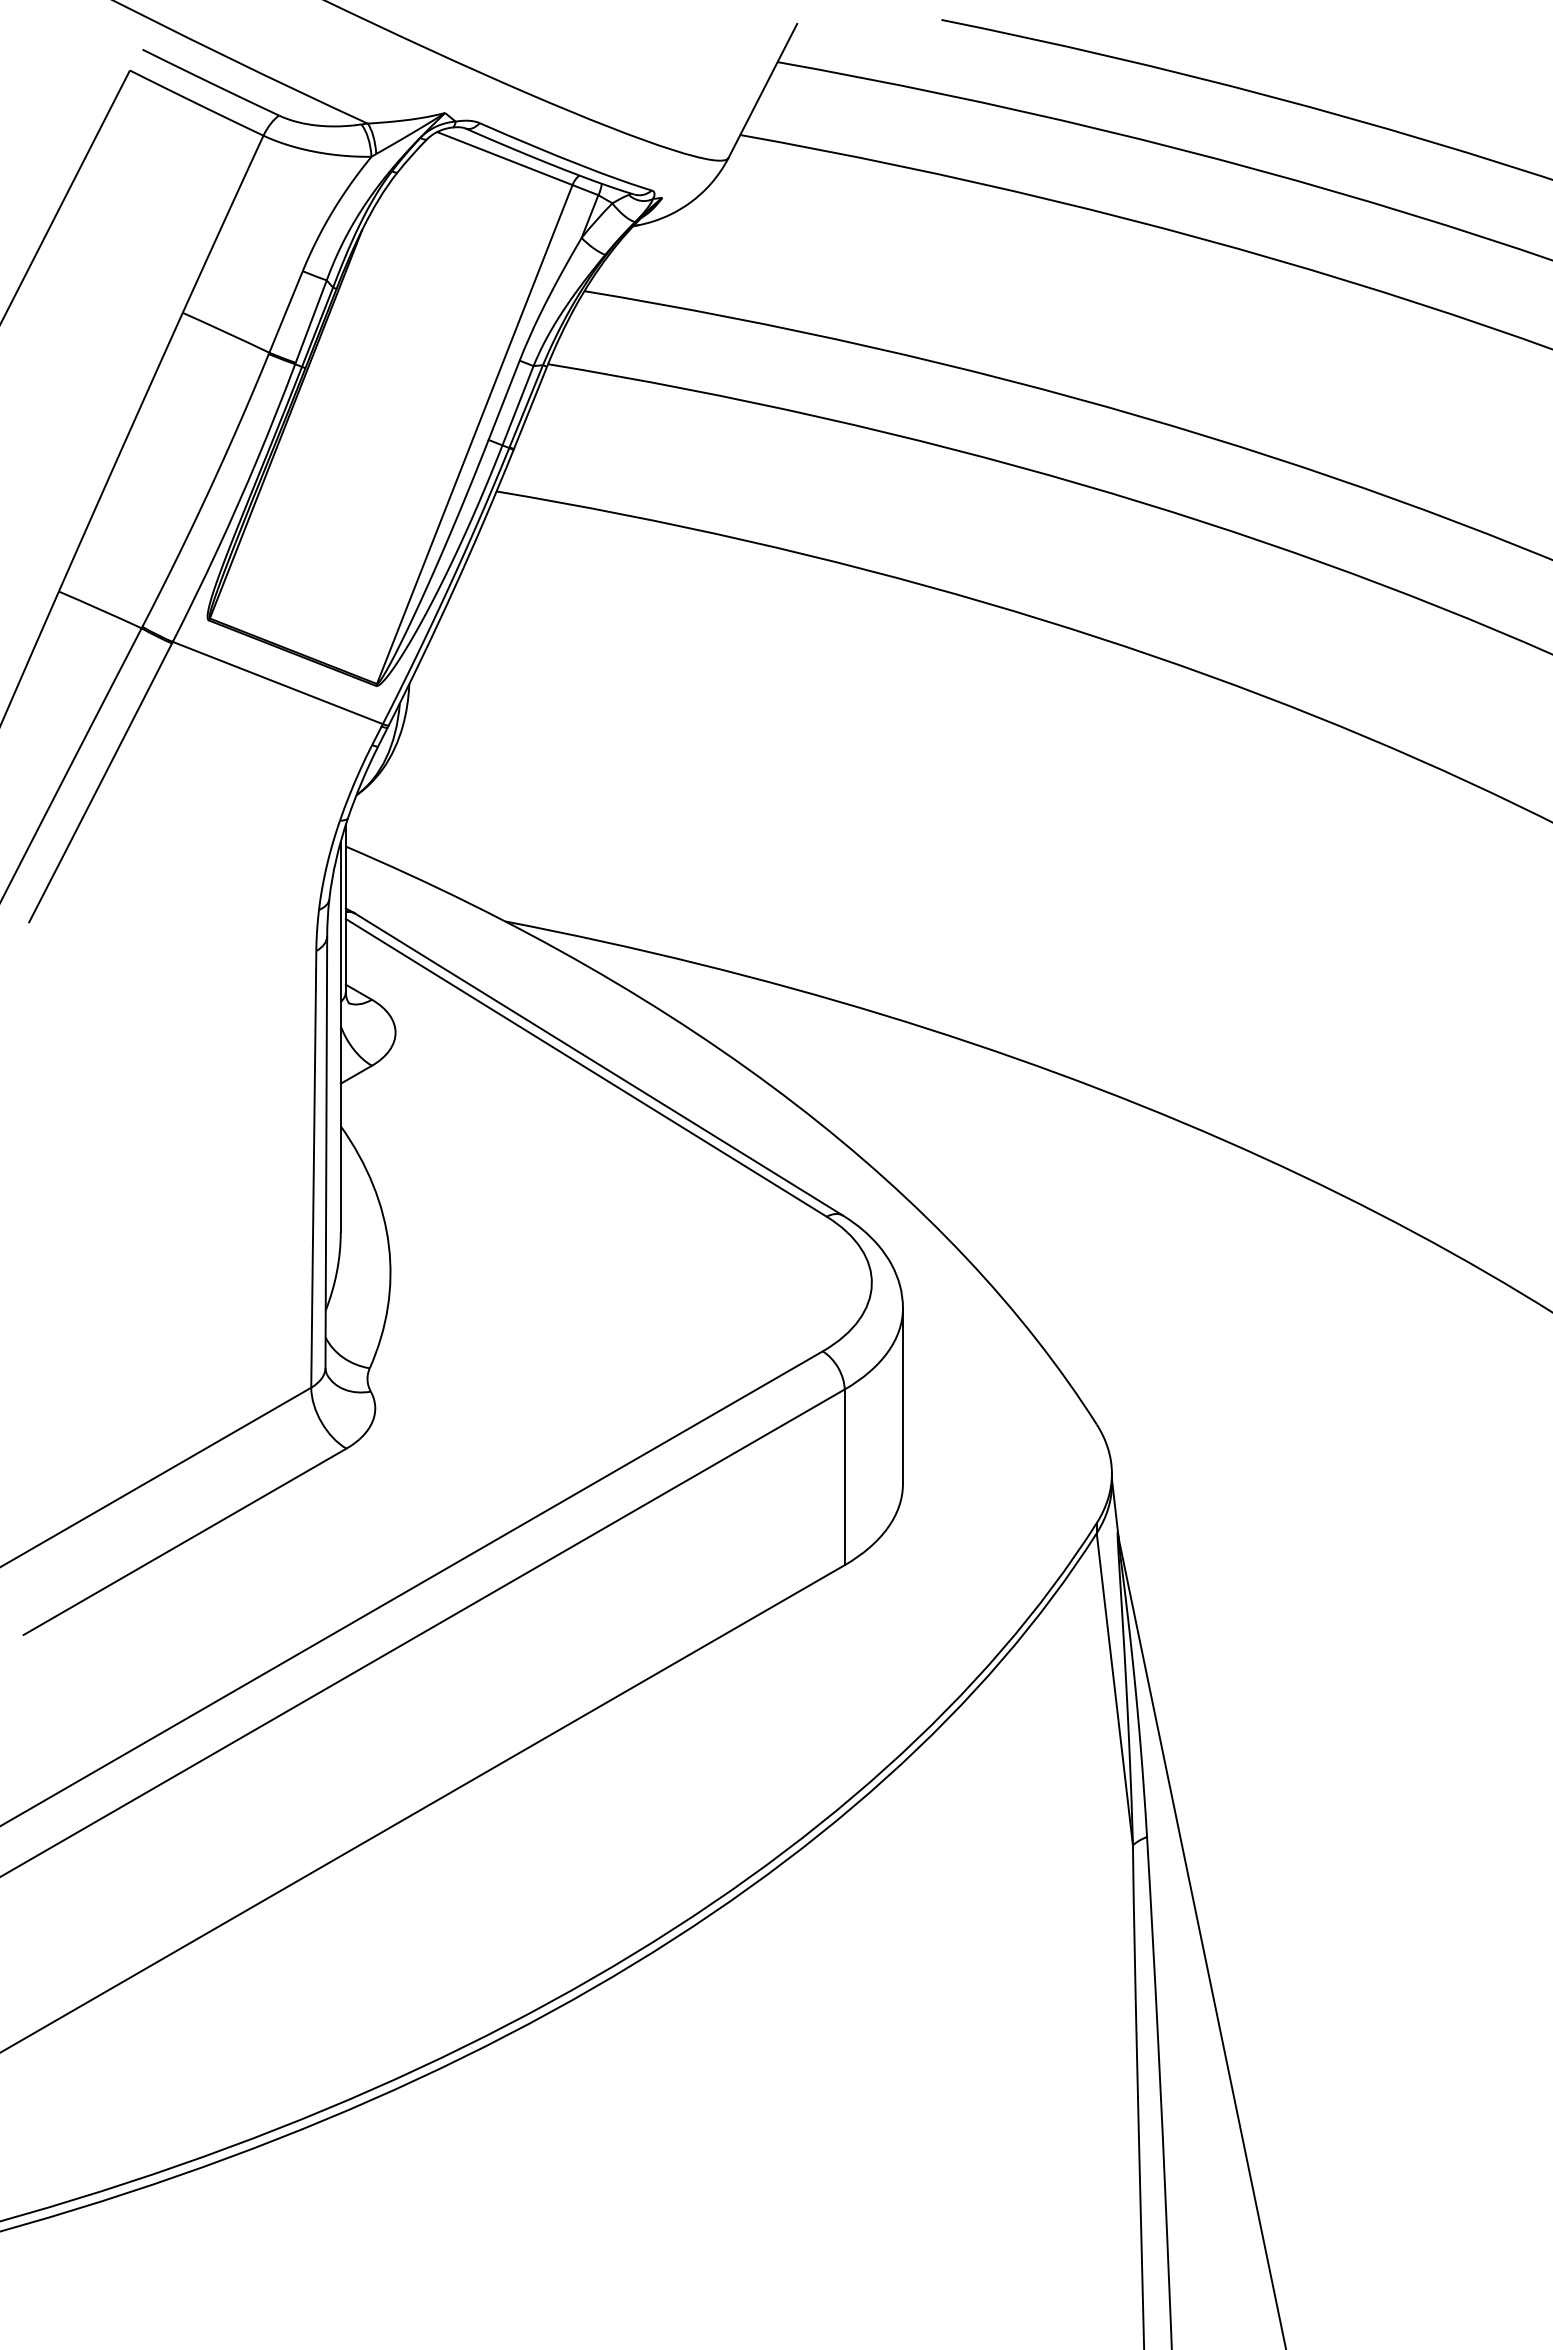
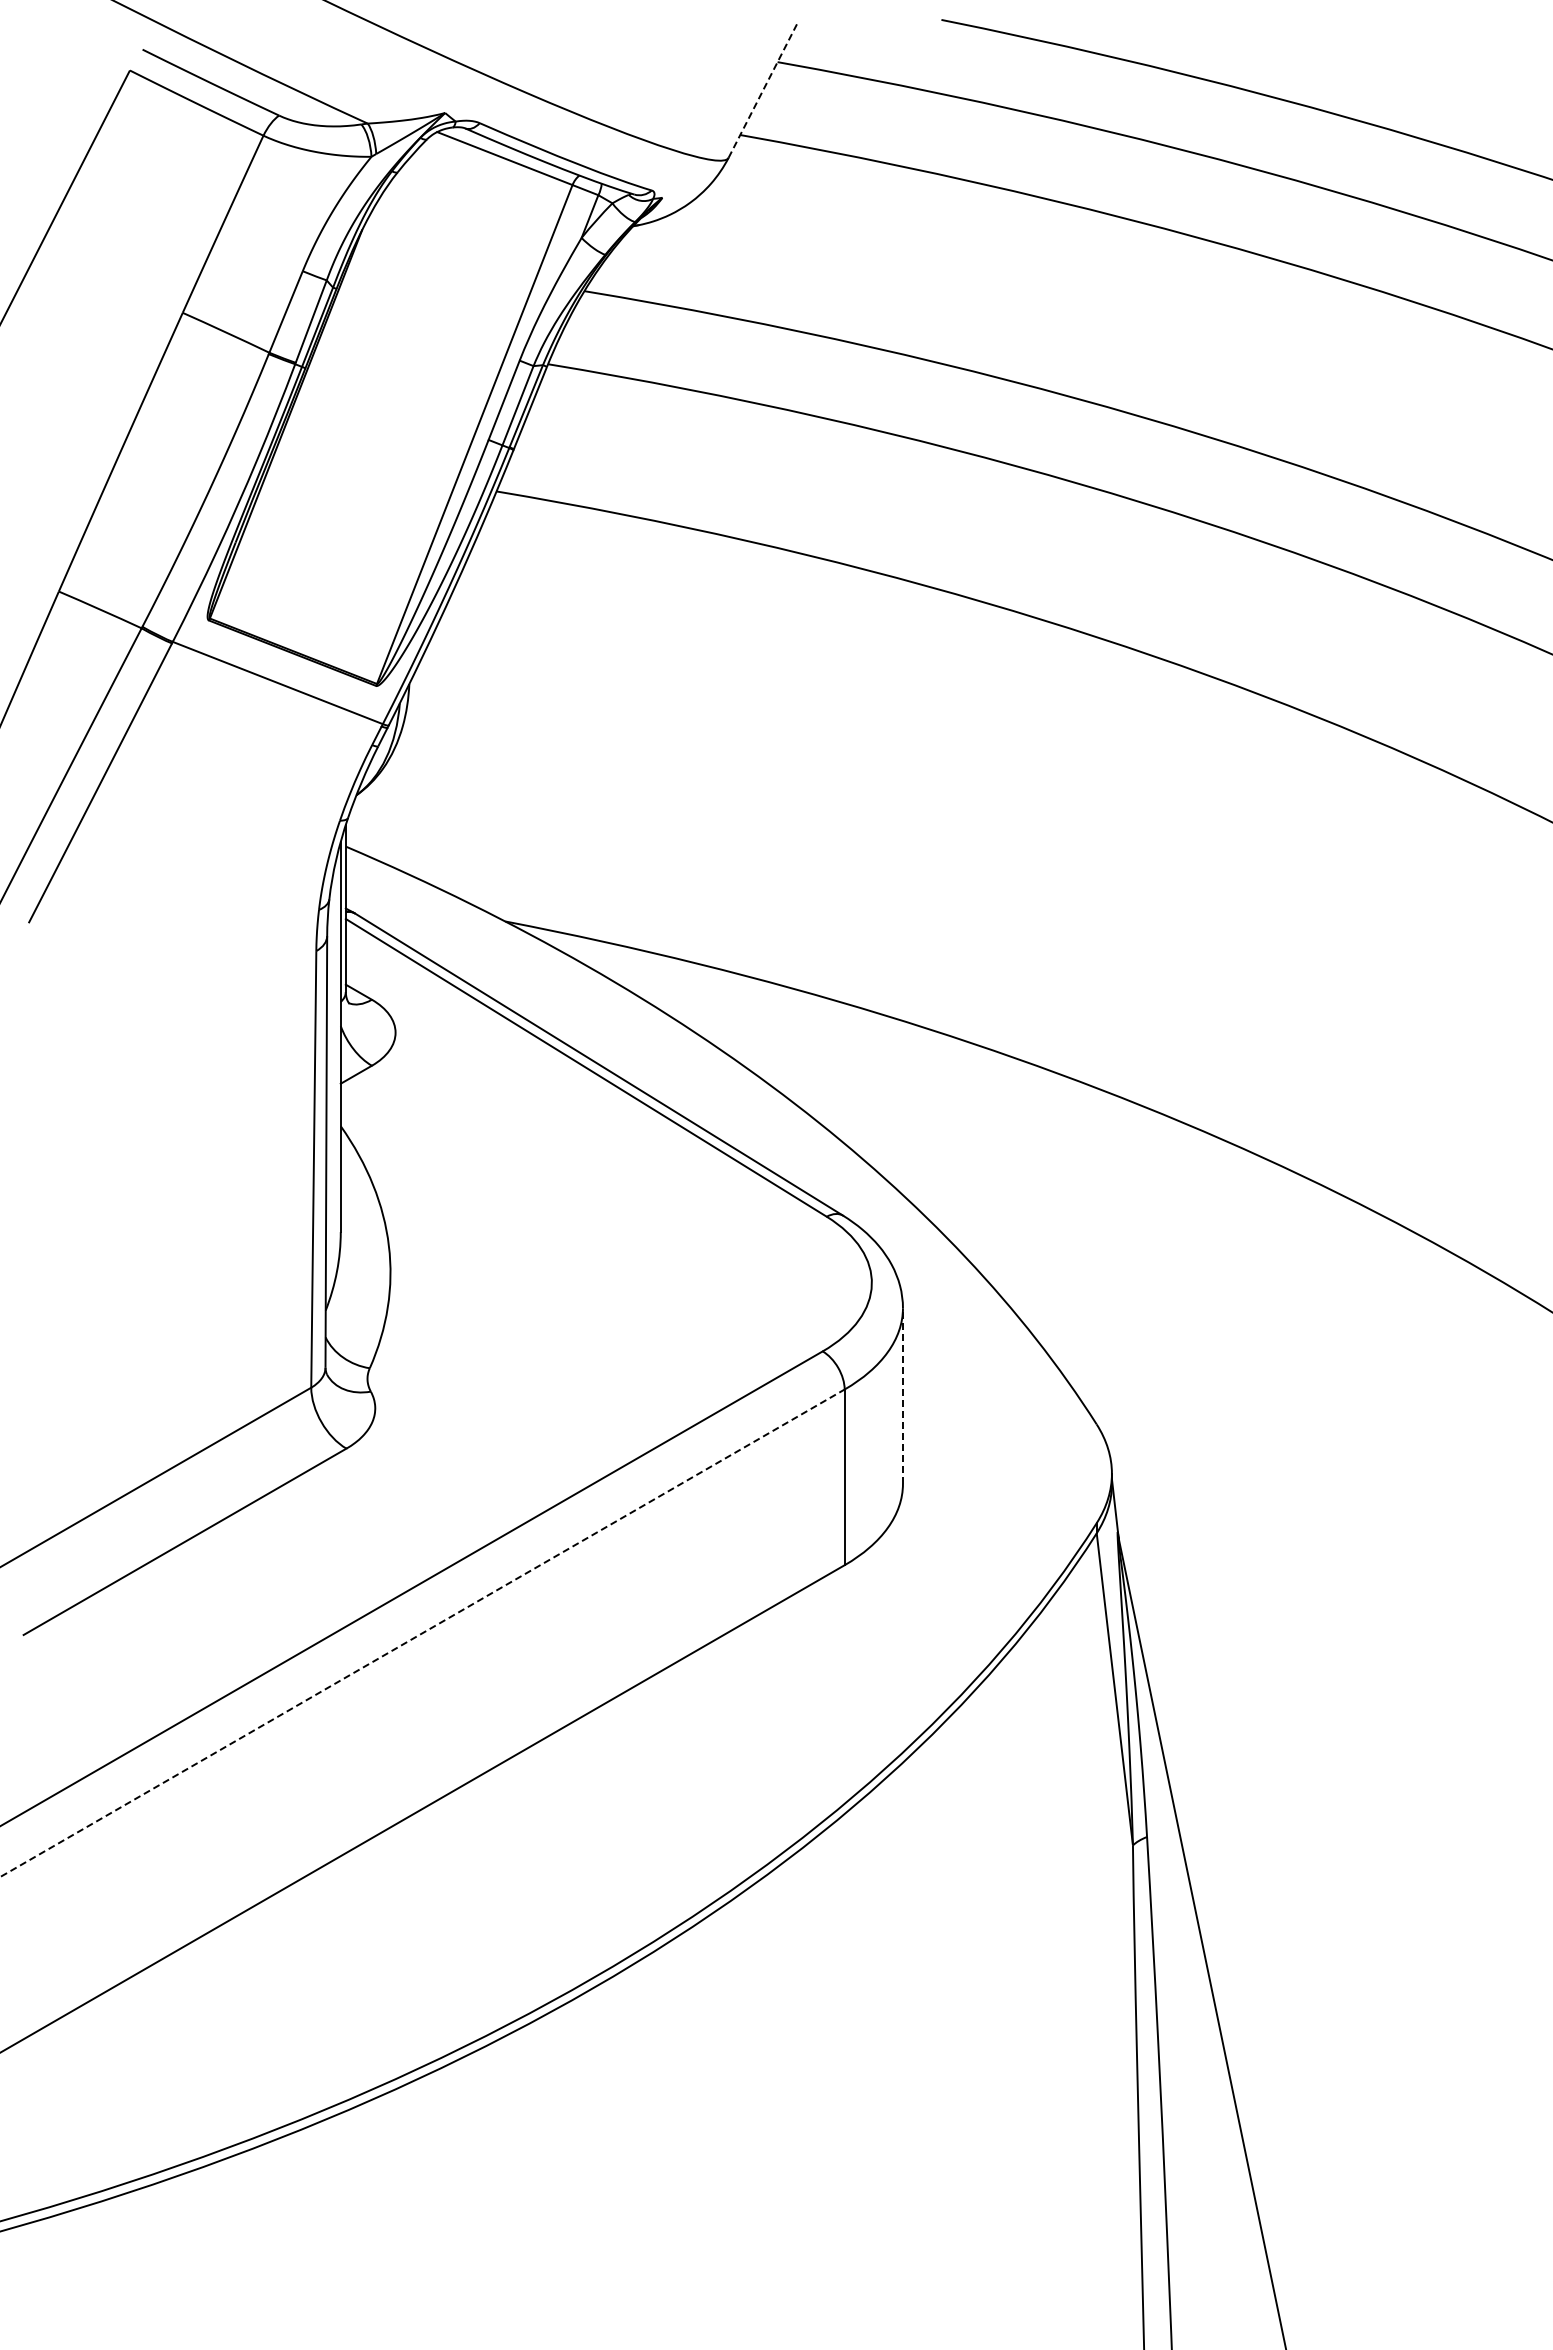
line at (763, 90): solid -> dashed
line at (902, 1396): solid -> dashed
line at (422, 1633): solid -> dashed
